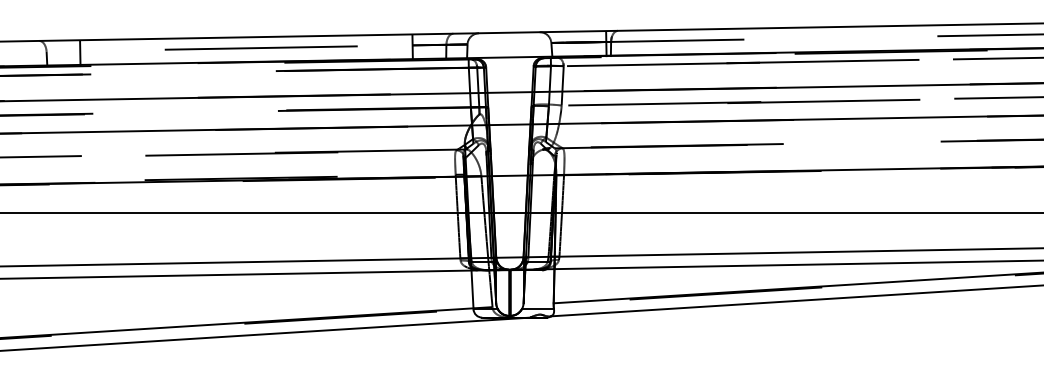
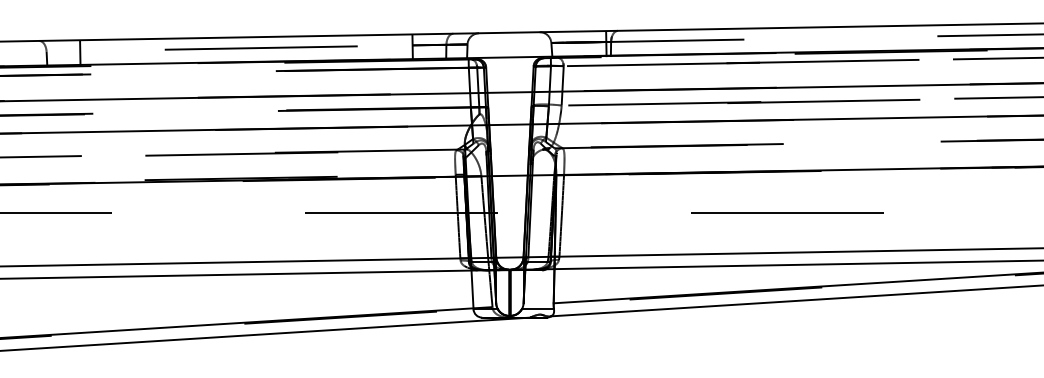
line at (522, 212): solid -> dashed
